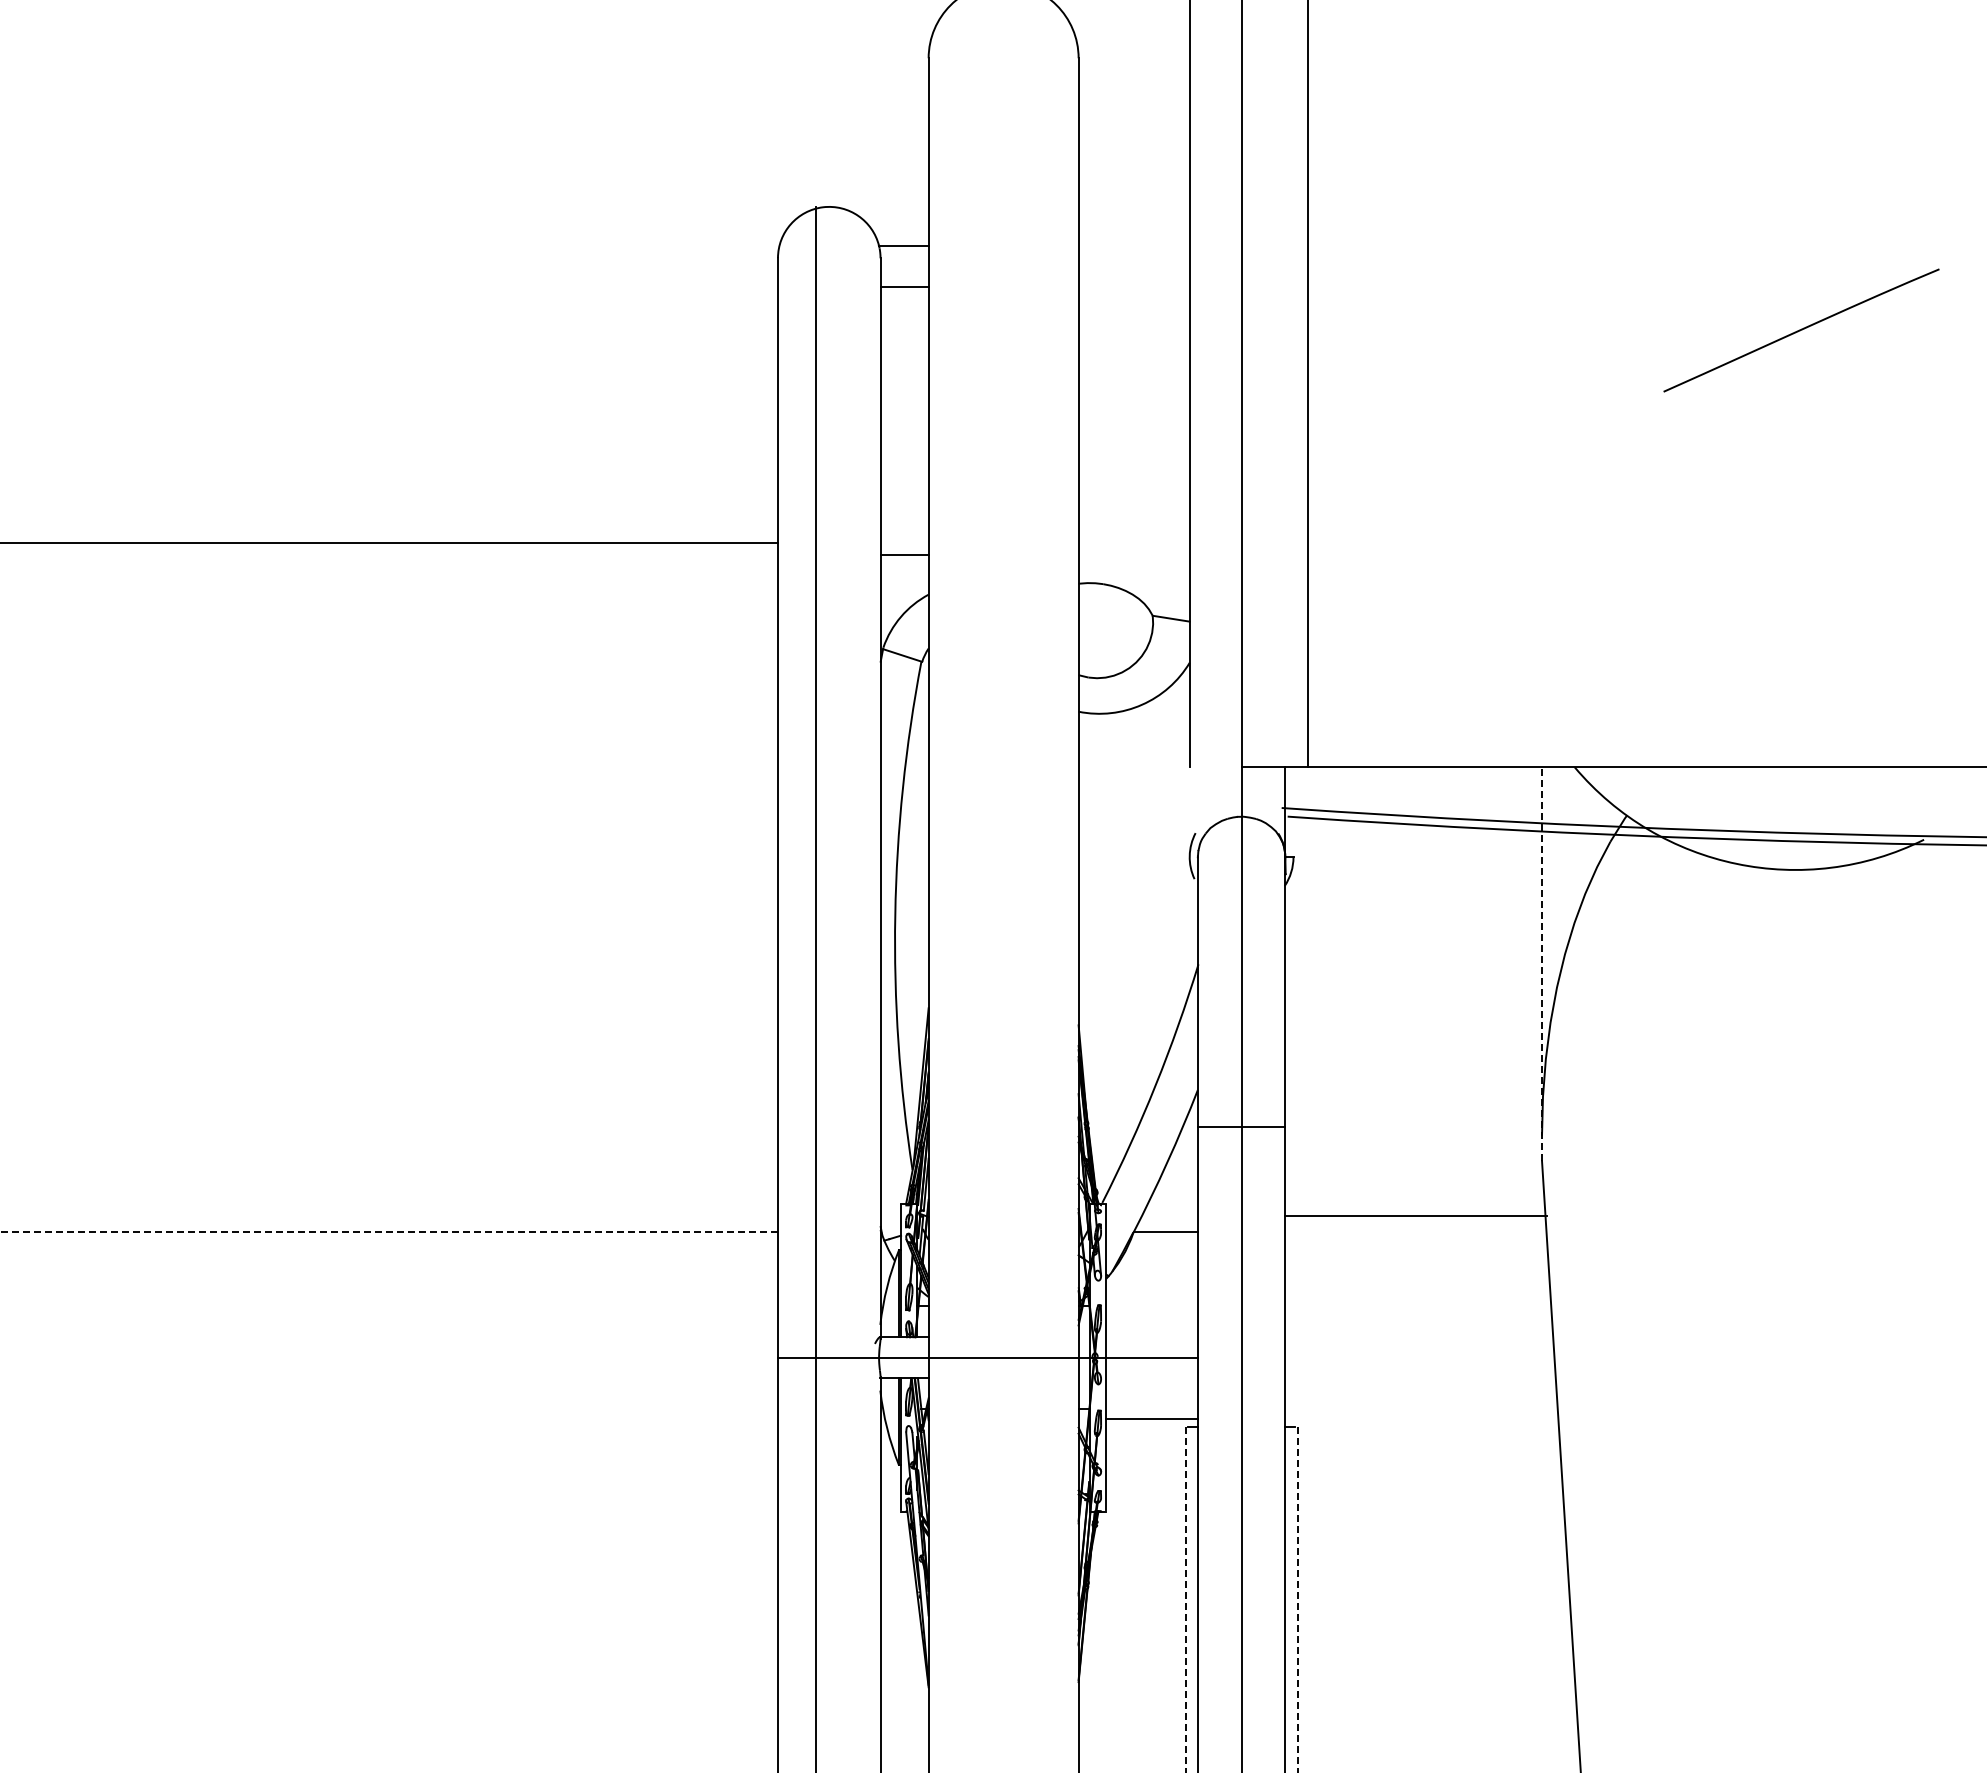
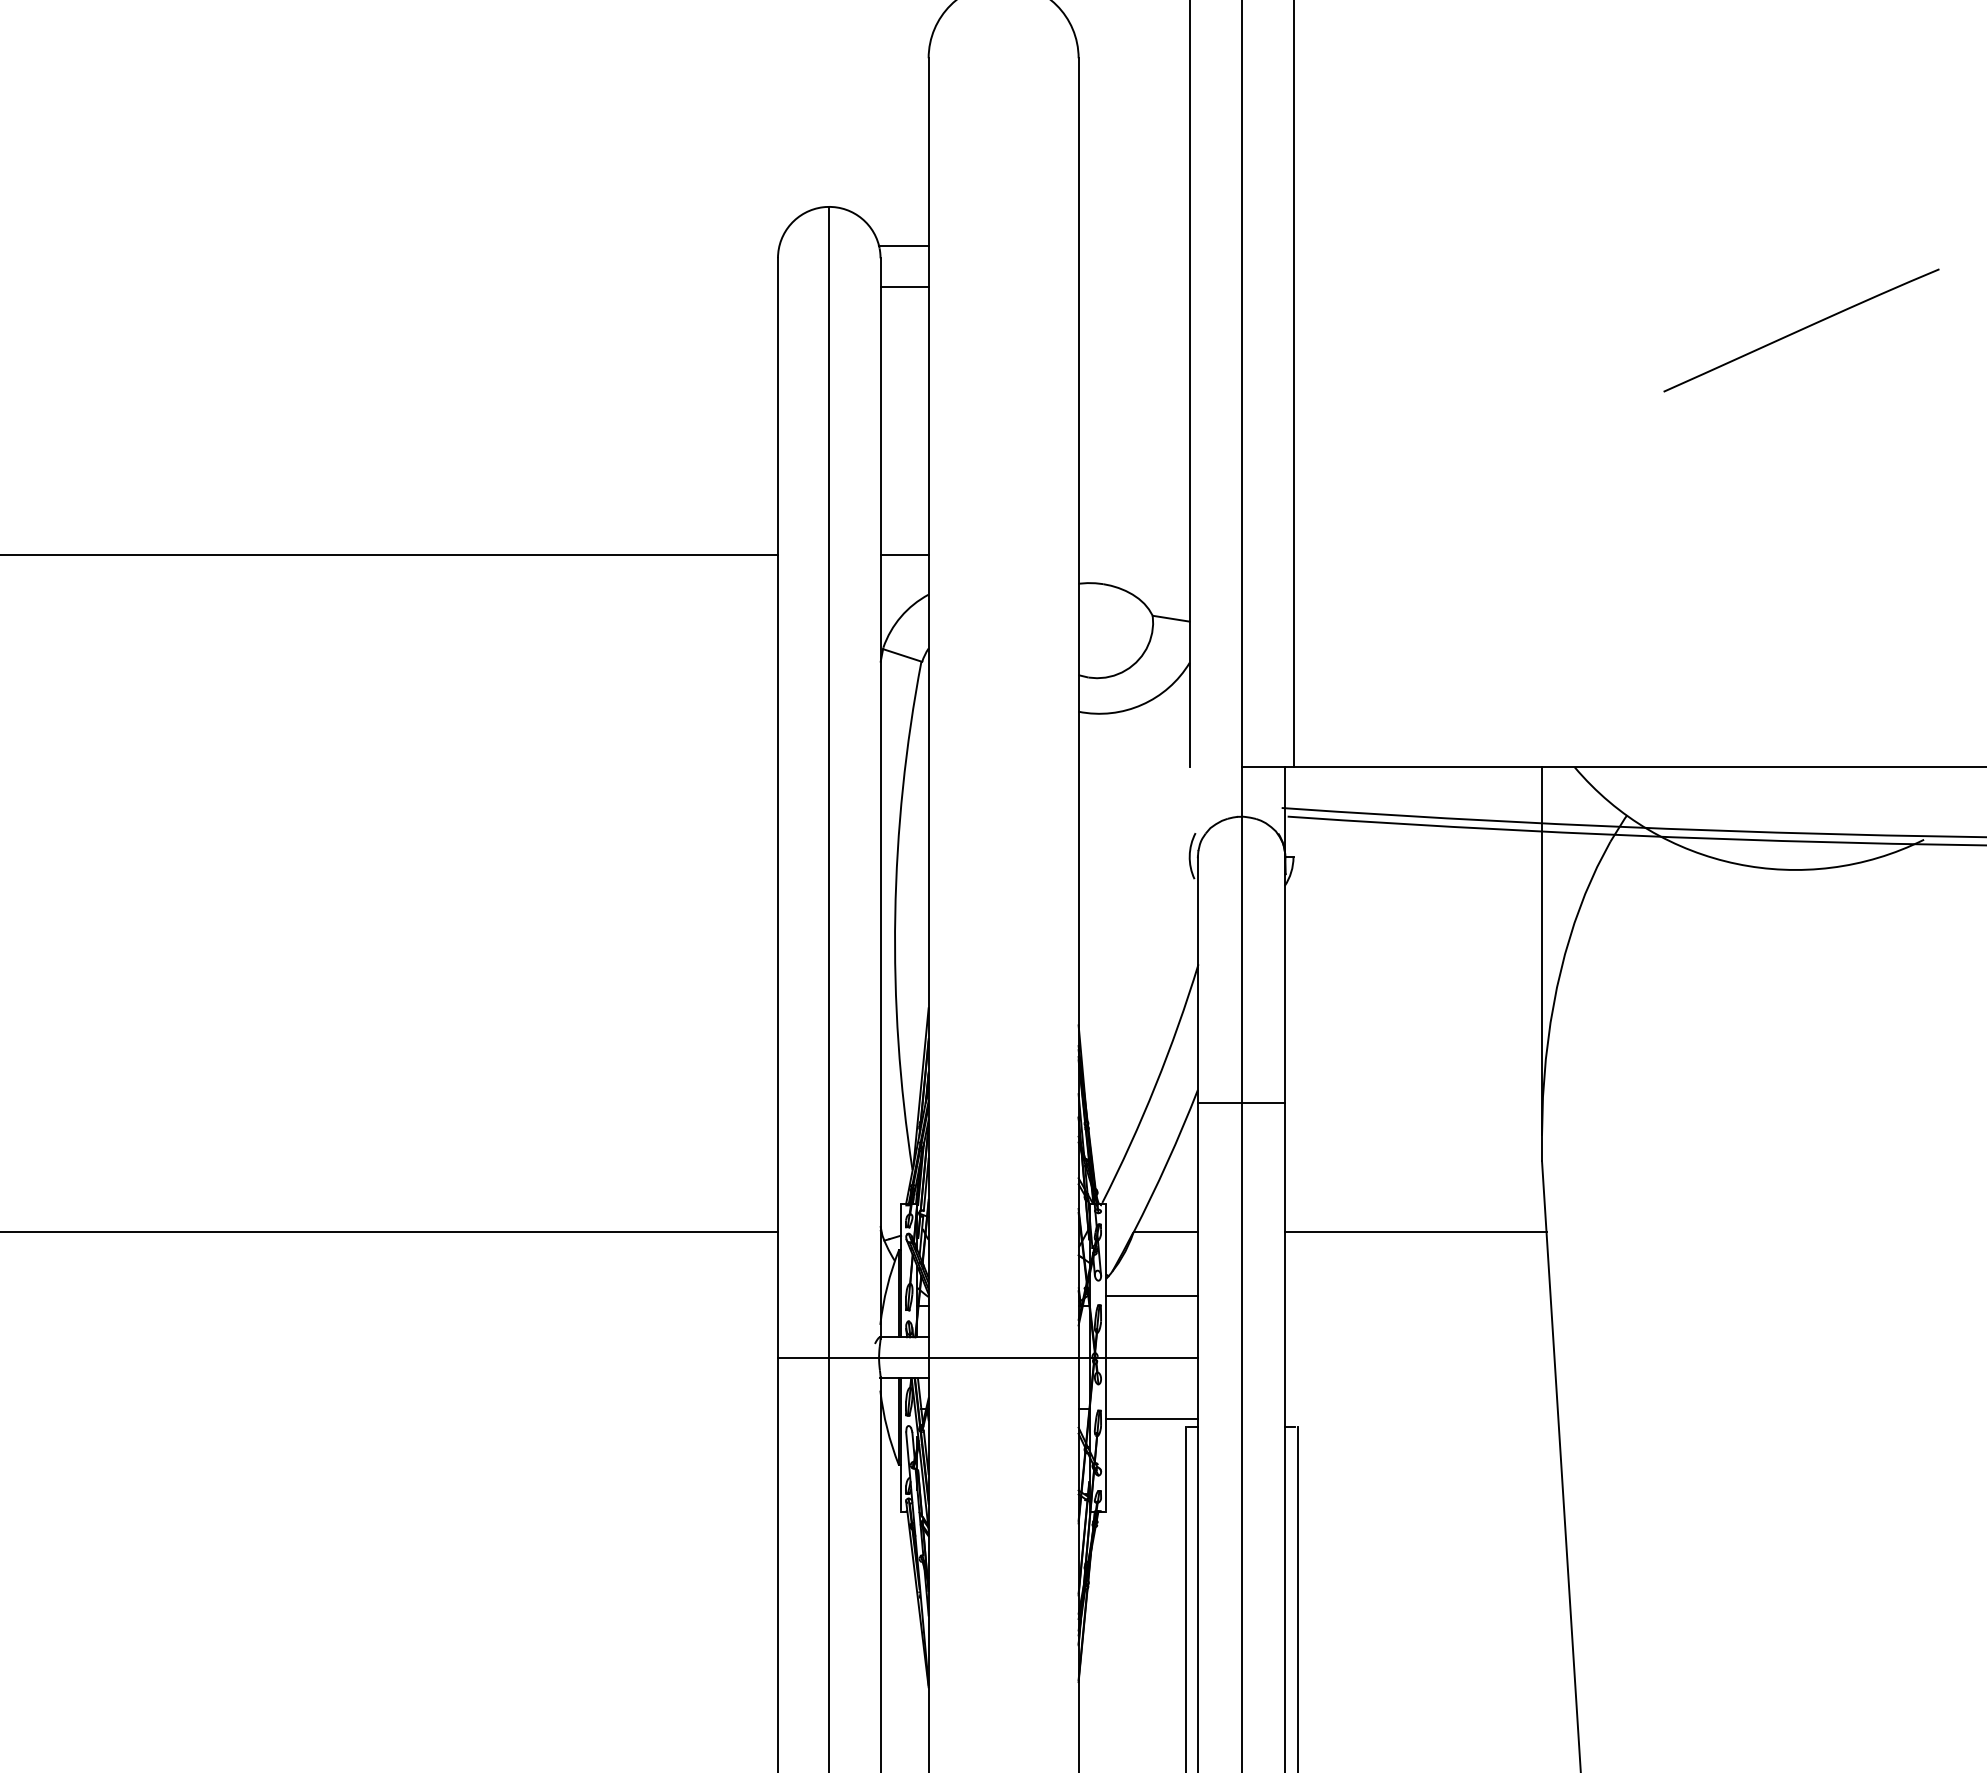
line at (1307, 384) position: (1307, 384) -> (1293, 384)
line at (389, 542) position: (389, 542) -> (389, 554)
line at (1542, 963): dashed -> solid
line at (816, 987) position: (816, 987) -> (829, 987)
line at (1241, 1127) position: (1241, 1127) -> (1241, 1103)
line at (1415, 1215) position: (1415, 1215) -> (1415, 1231)
line at (389, 1231): dashed -> solid
line at (1151, 1296): none -> present
line at (1185, 1600): dashed -> solid
line at (1297, 1600): dashed -> solid
